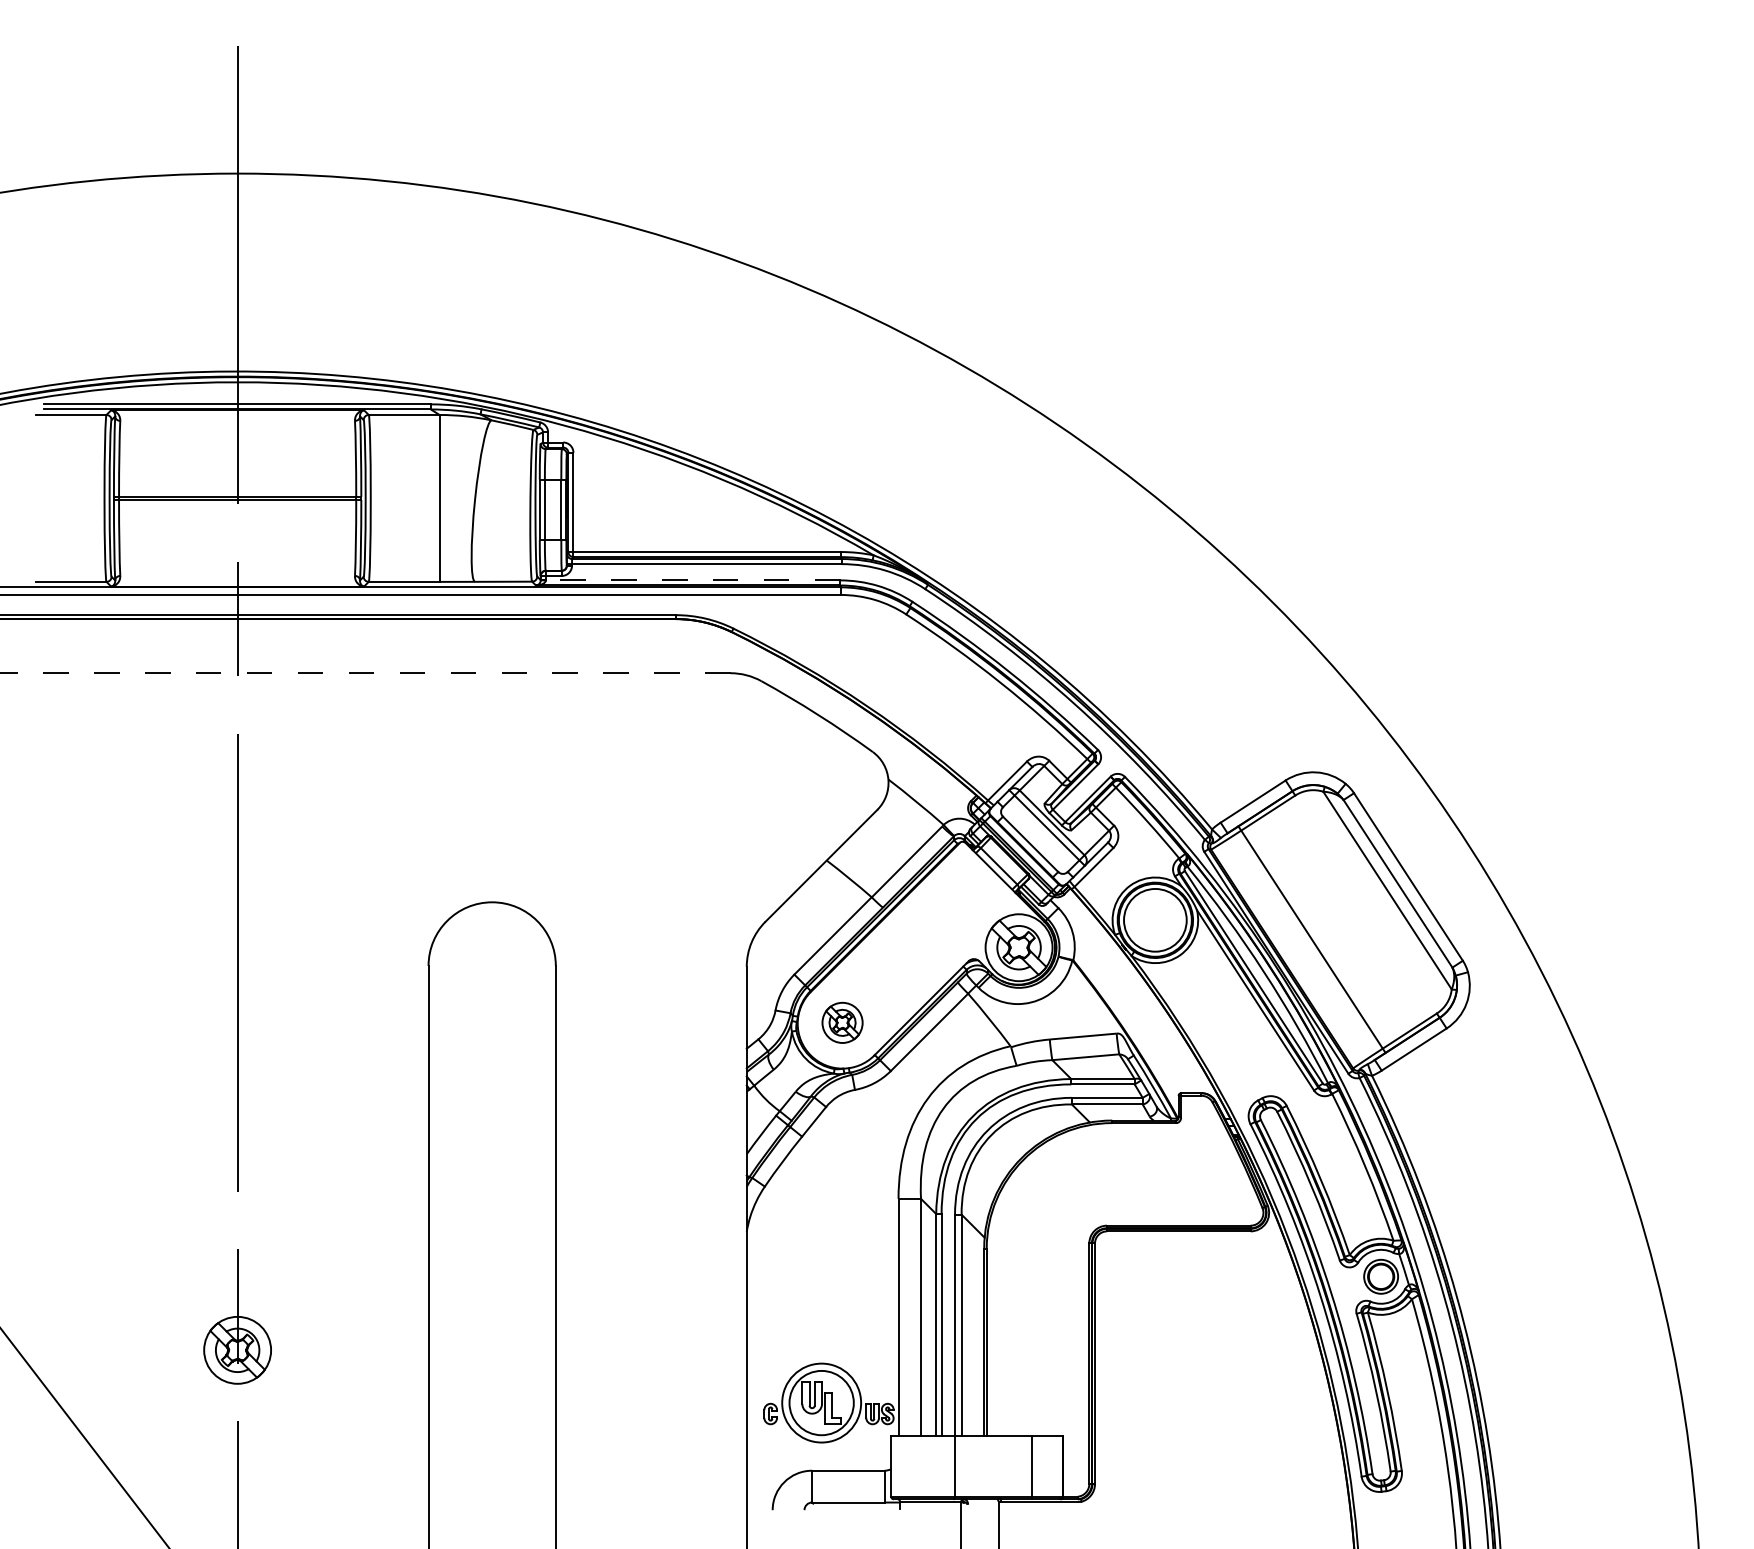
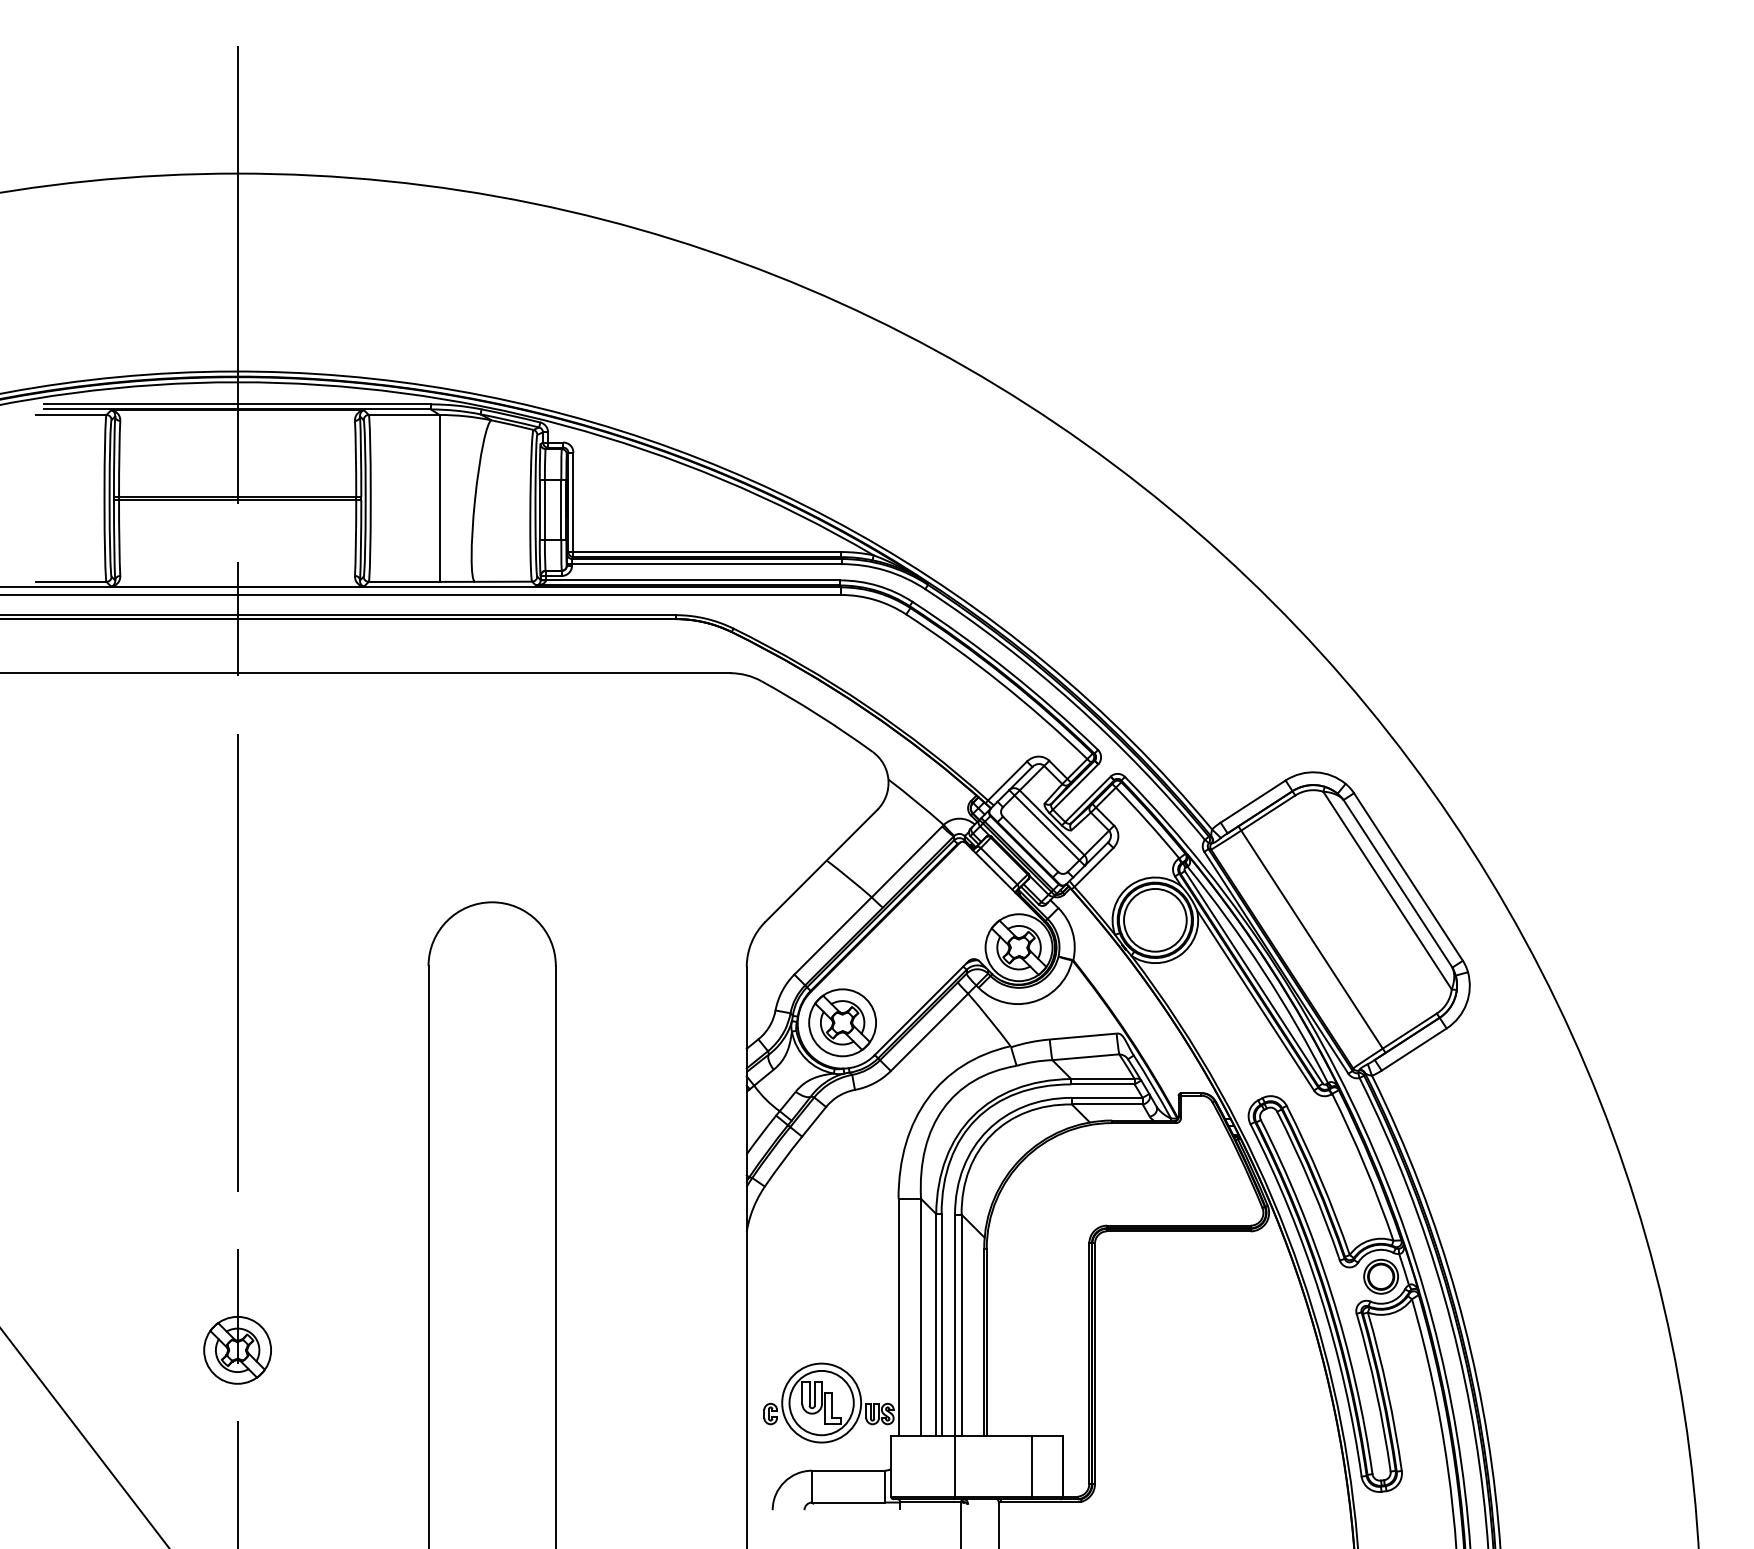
line at (692, 580): dashed -> solid
line at (365, 673): dashed -> solid
part at (842, 1022) size: 43x43 px -> 69x70 px
